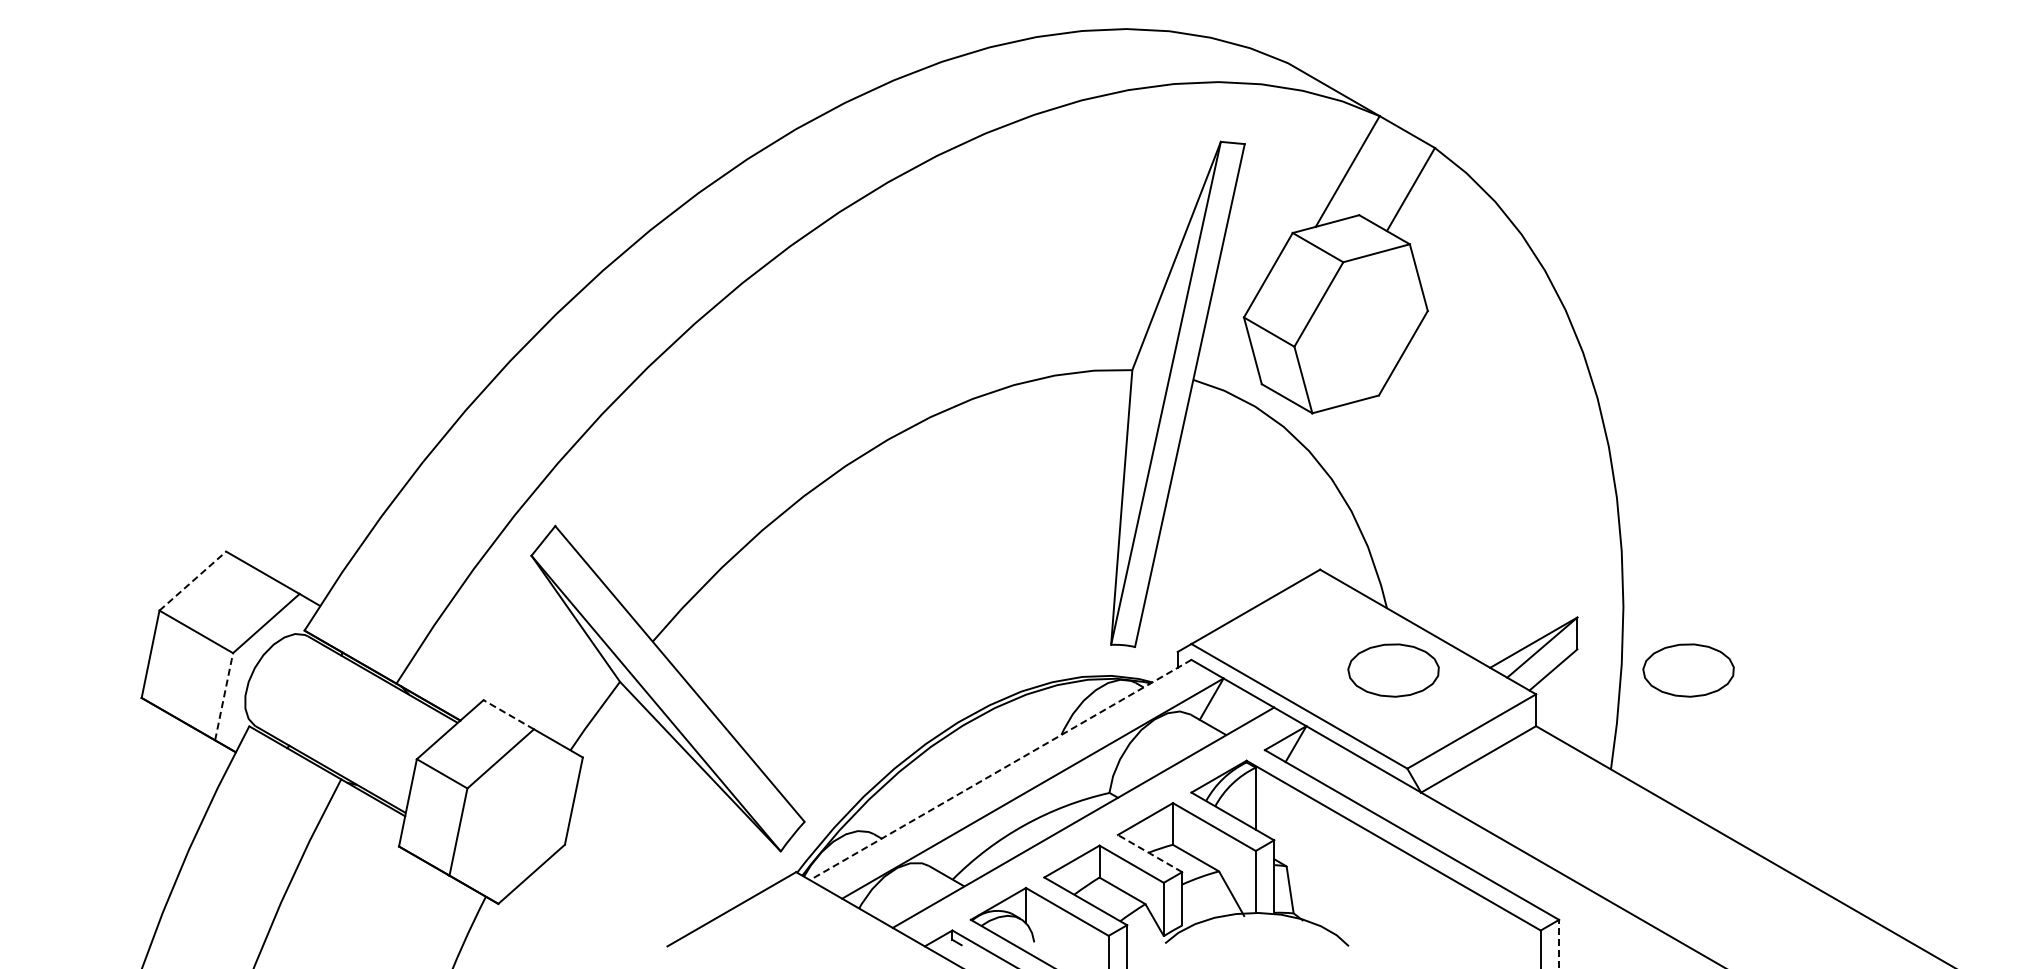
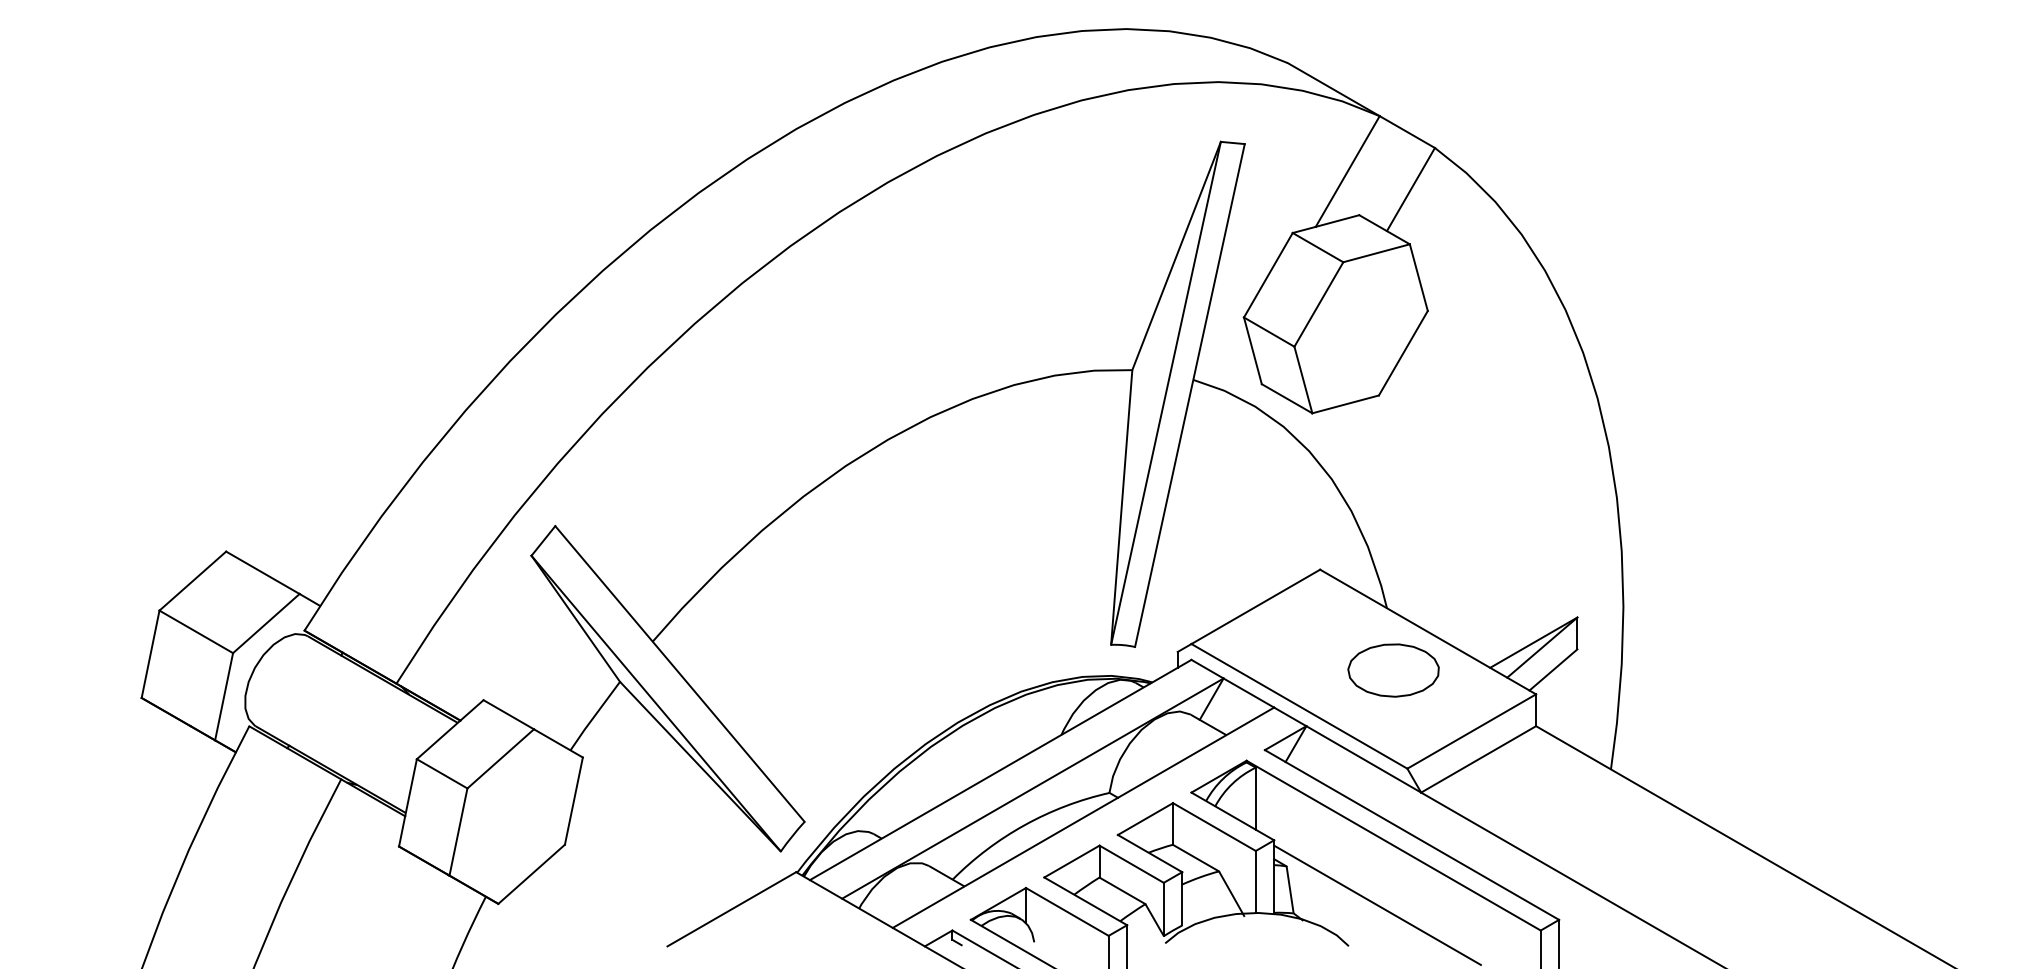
line at (192, 581): dashed -> solid
part at (1688, 670): present -> none
line at (224, 696): dashed -> solid
line at (508, 714): dashed -> solid
line at (1000, 770): dashed -> solid
line at (1149, 853): dashed -> solid
line at (1377, 904): none -> present
line at (1559, 943): dashed -> solid
